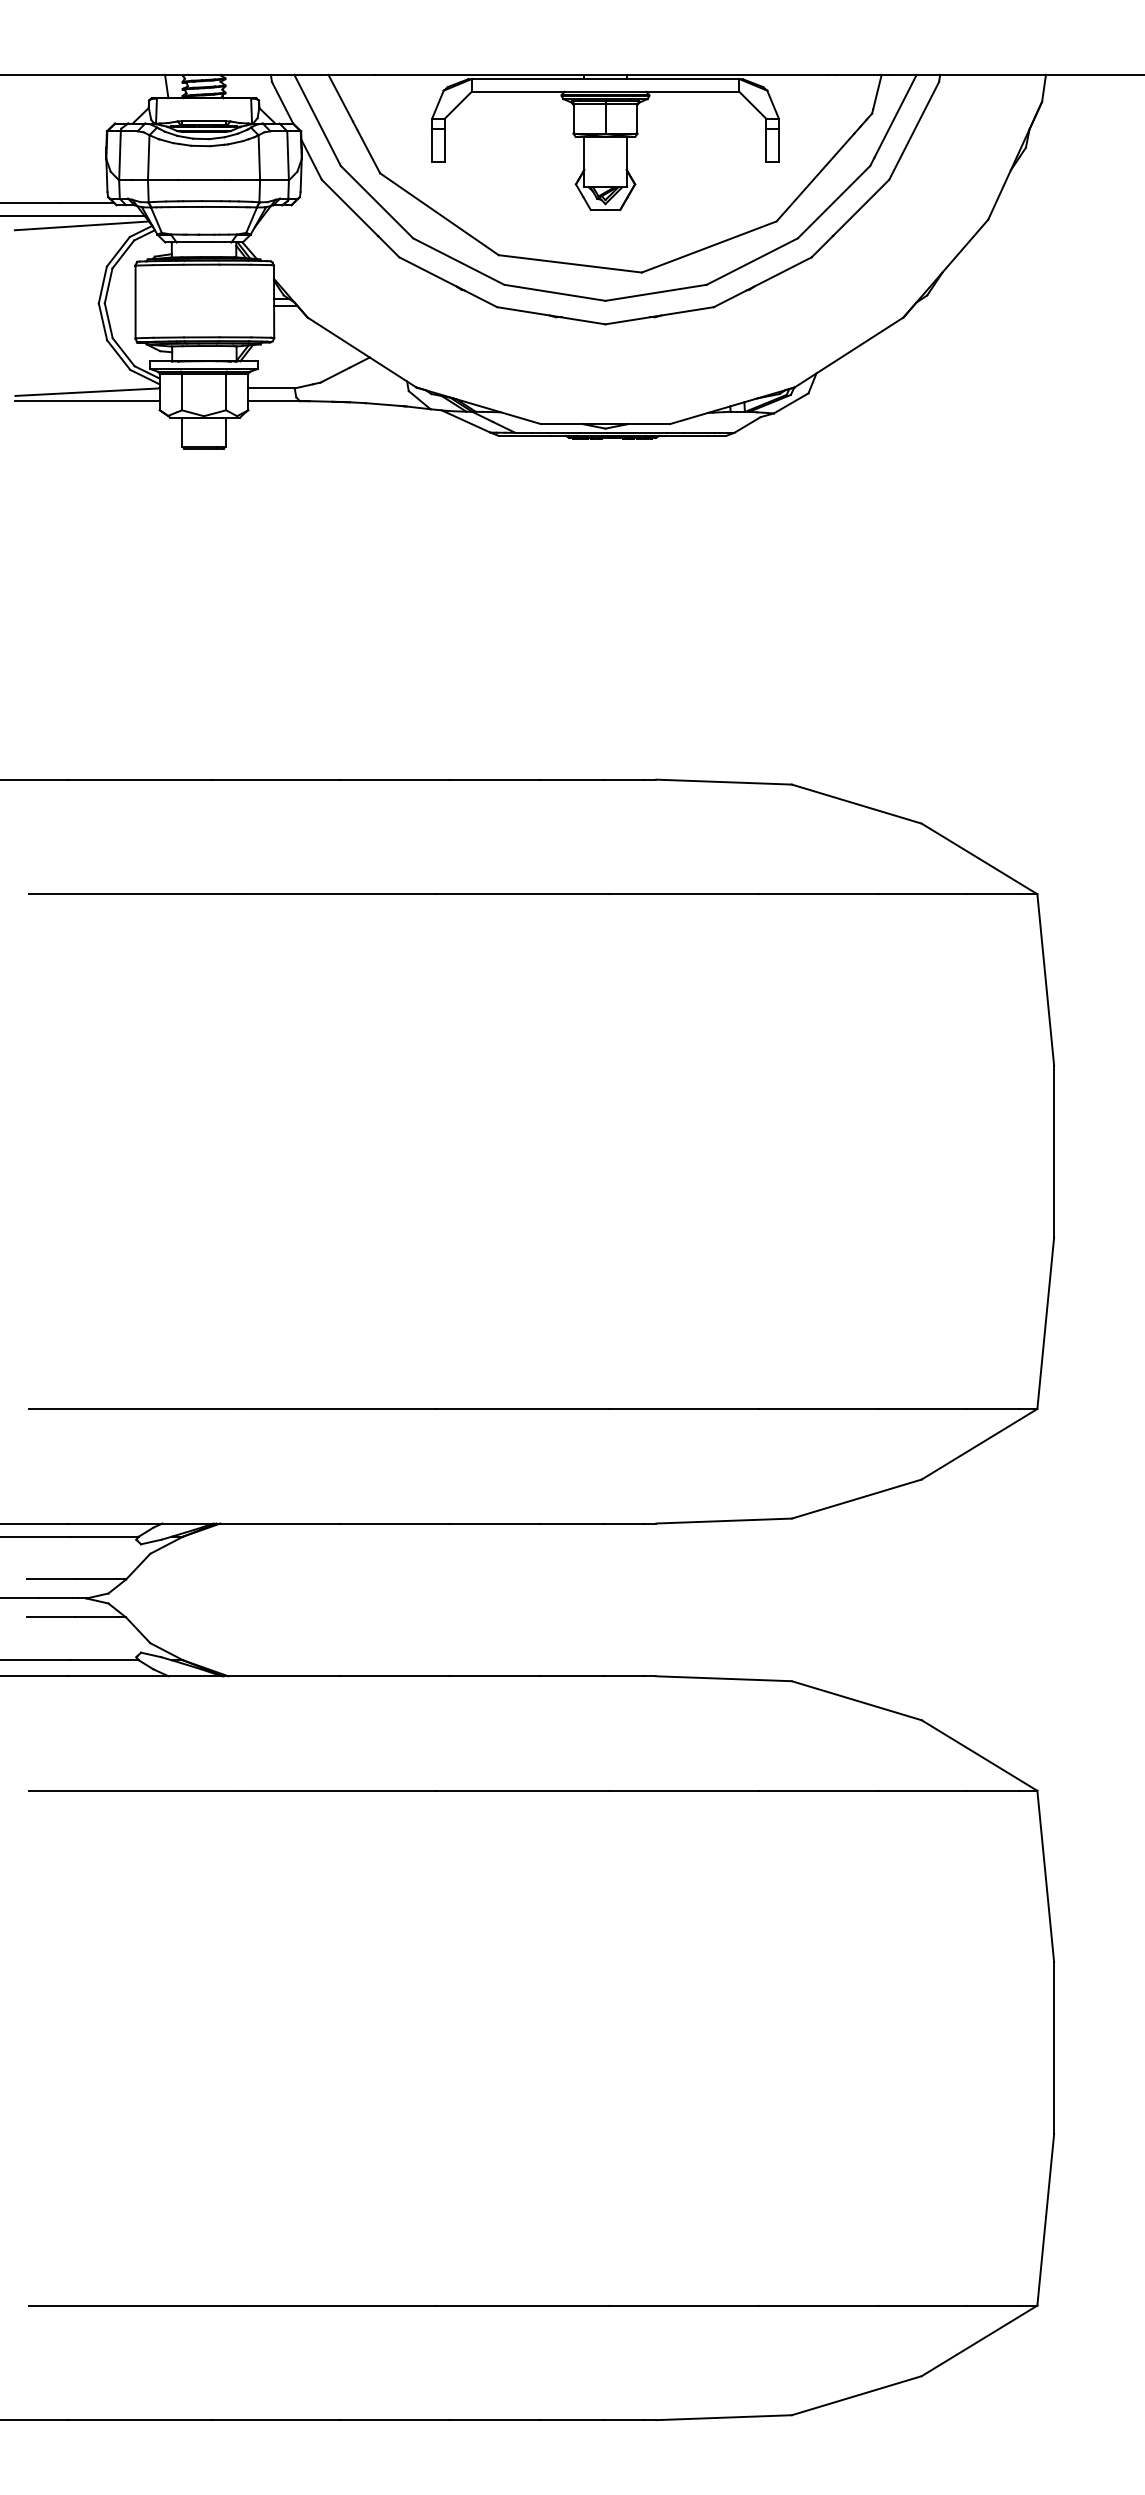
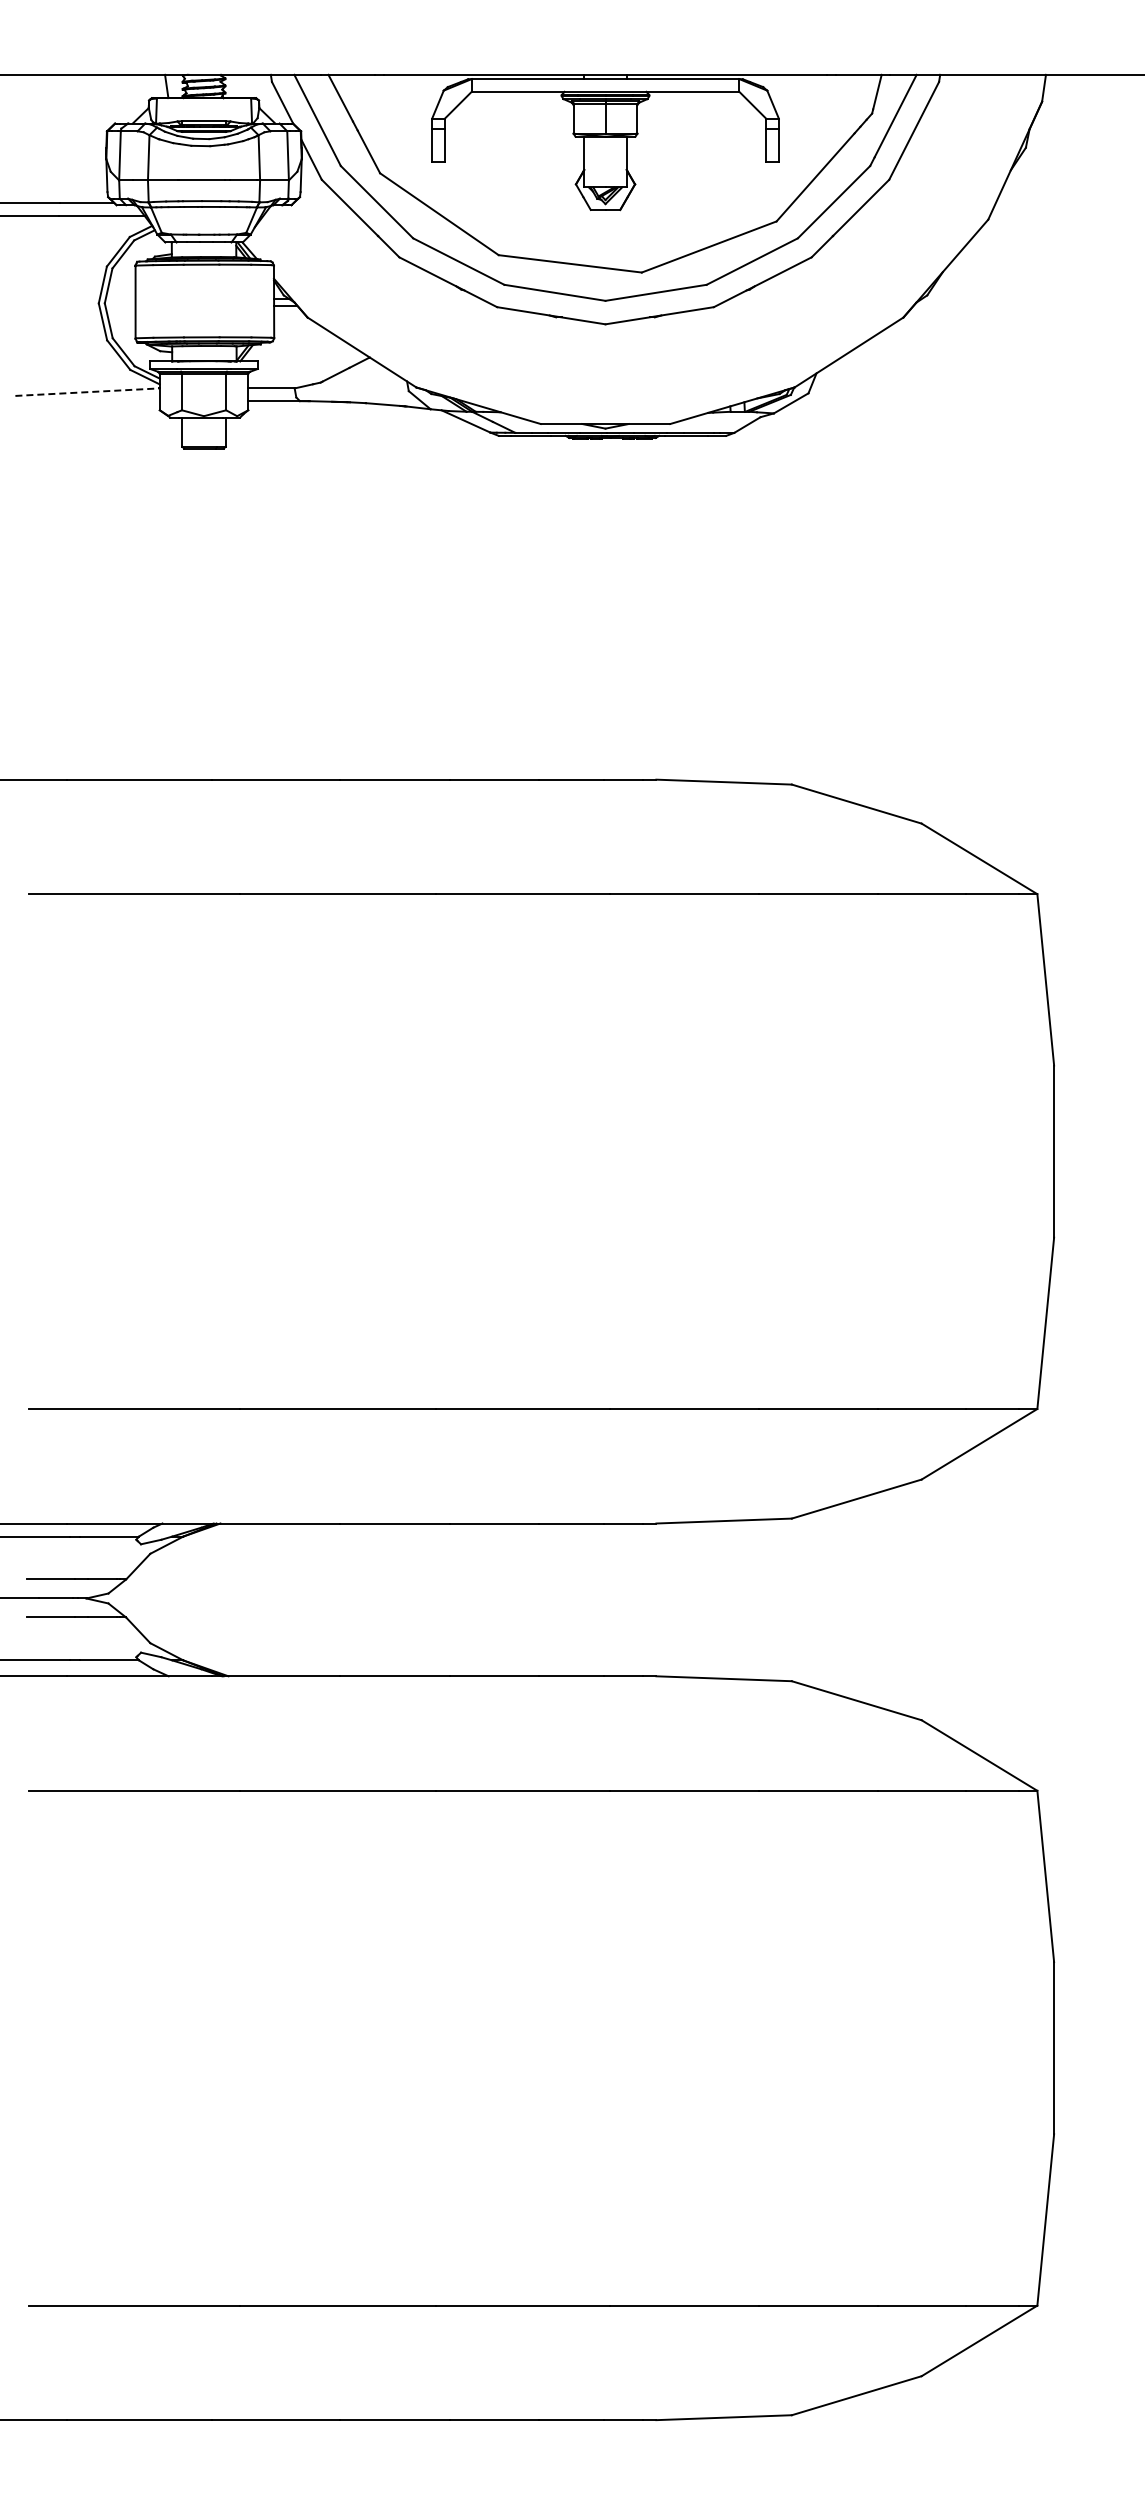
line at (81, 225): present -> none
line at (88, 392): solid -> dashed
line at (87, 401): present -> none
